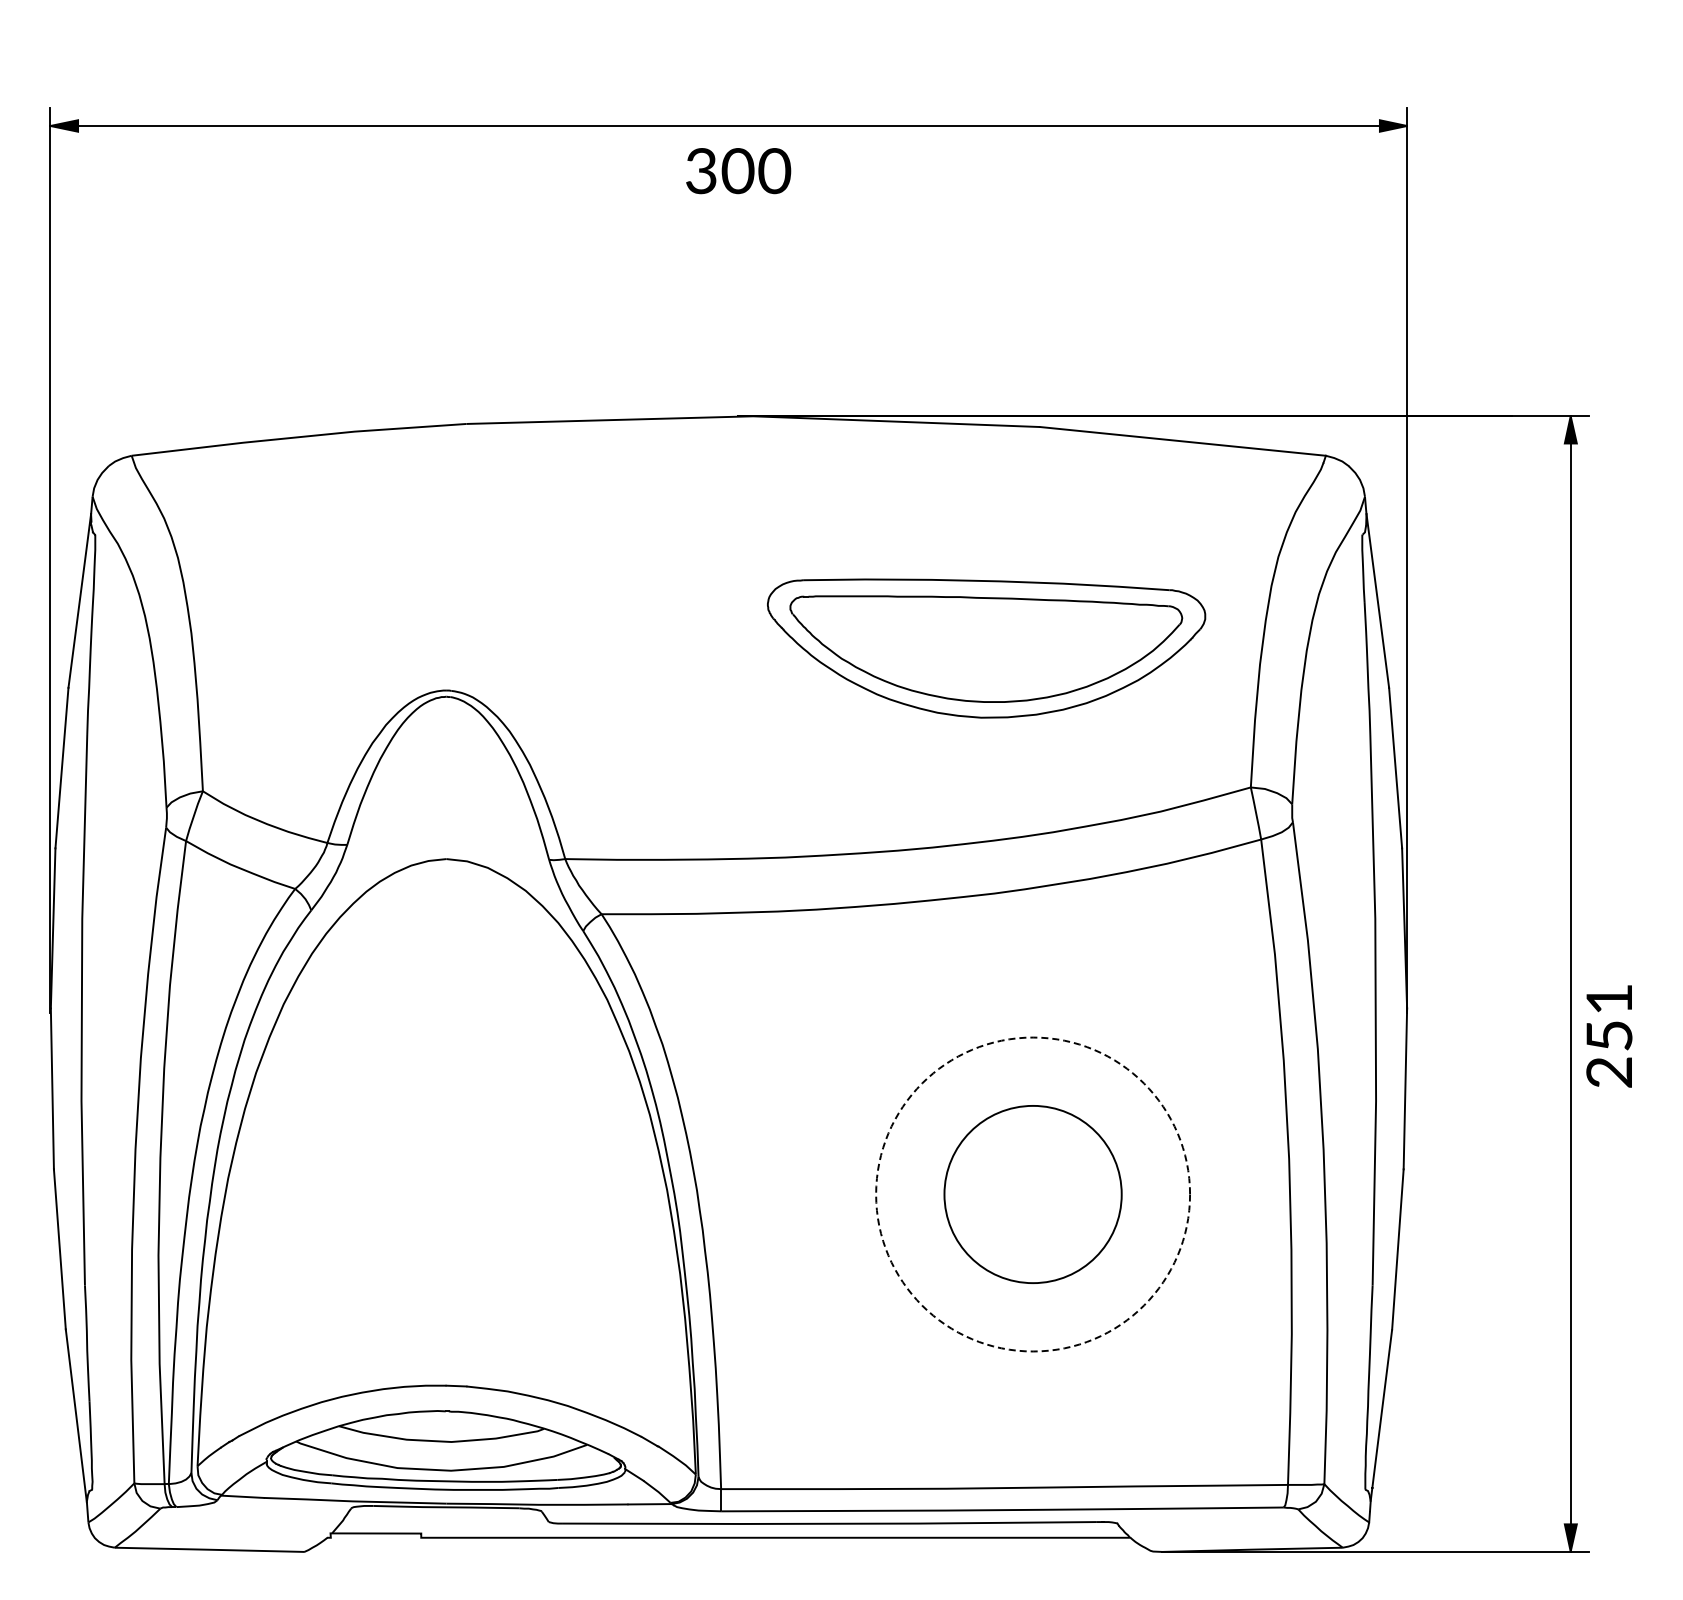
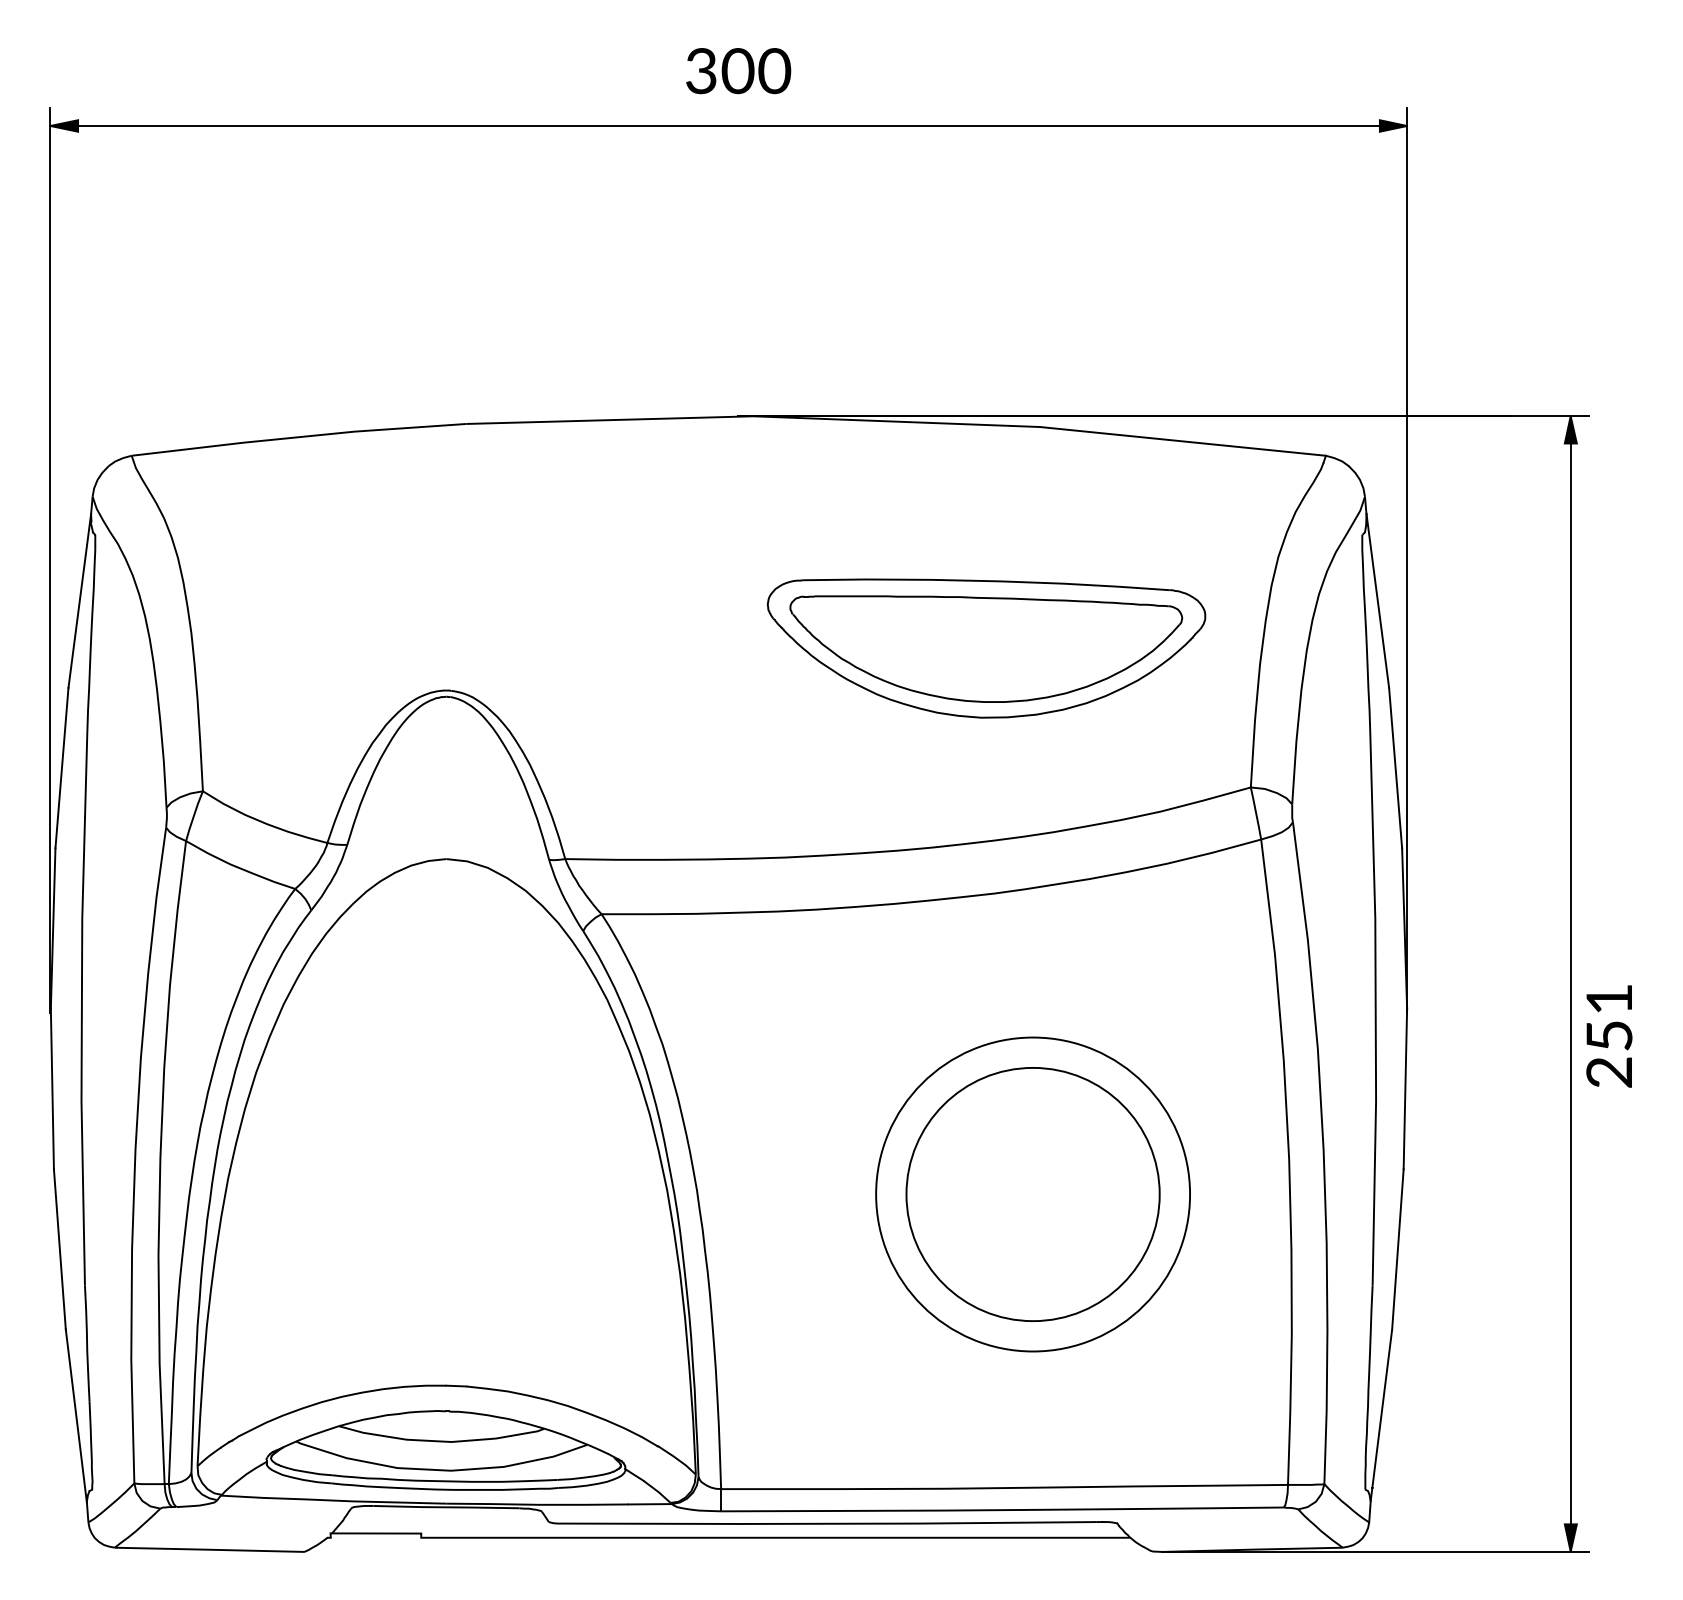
text at (738, 171) position: (738, 171) -> (738, 71)
circle at (1032, 1194) diameter: 177 px -> 253 px
circle at (1033, 1194): dashed -> solid
